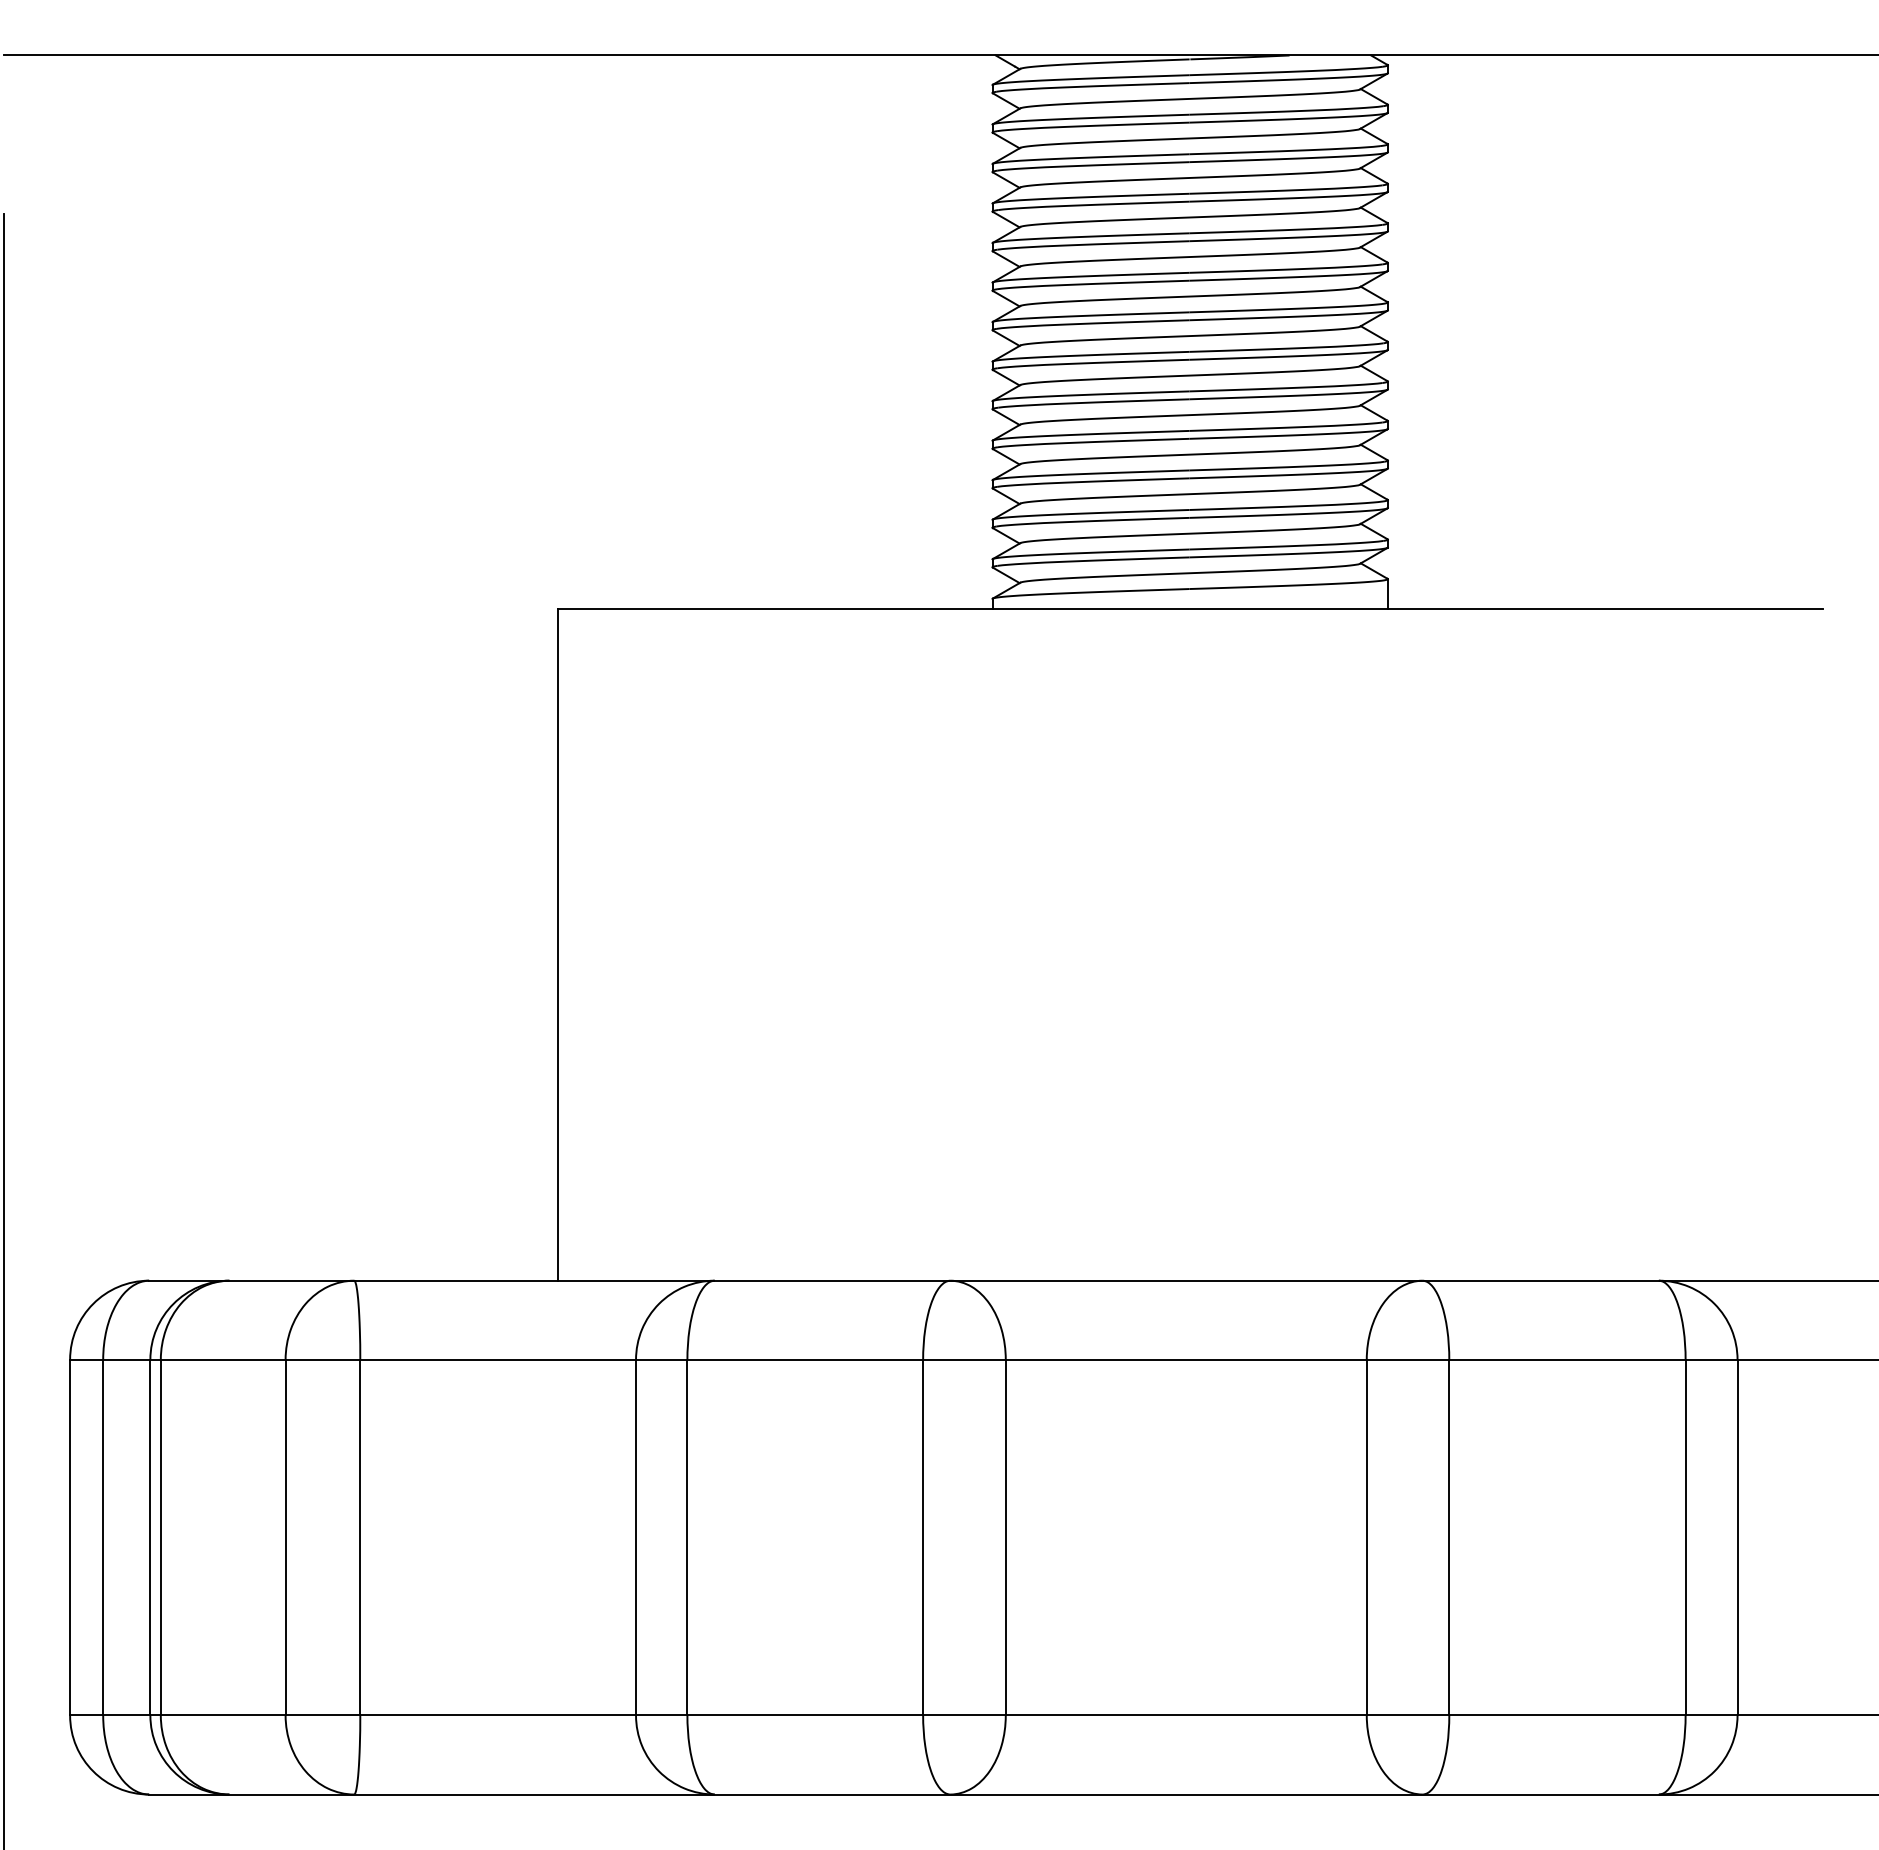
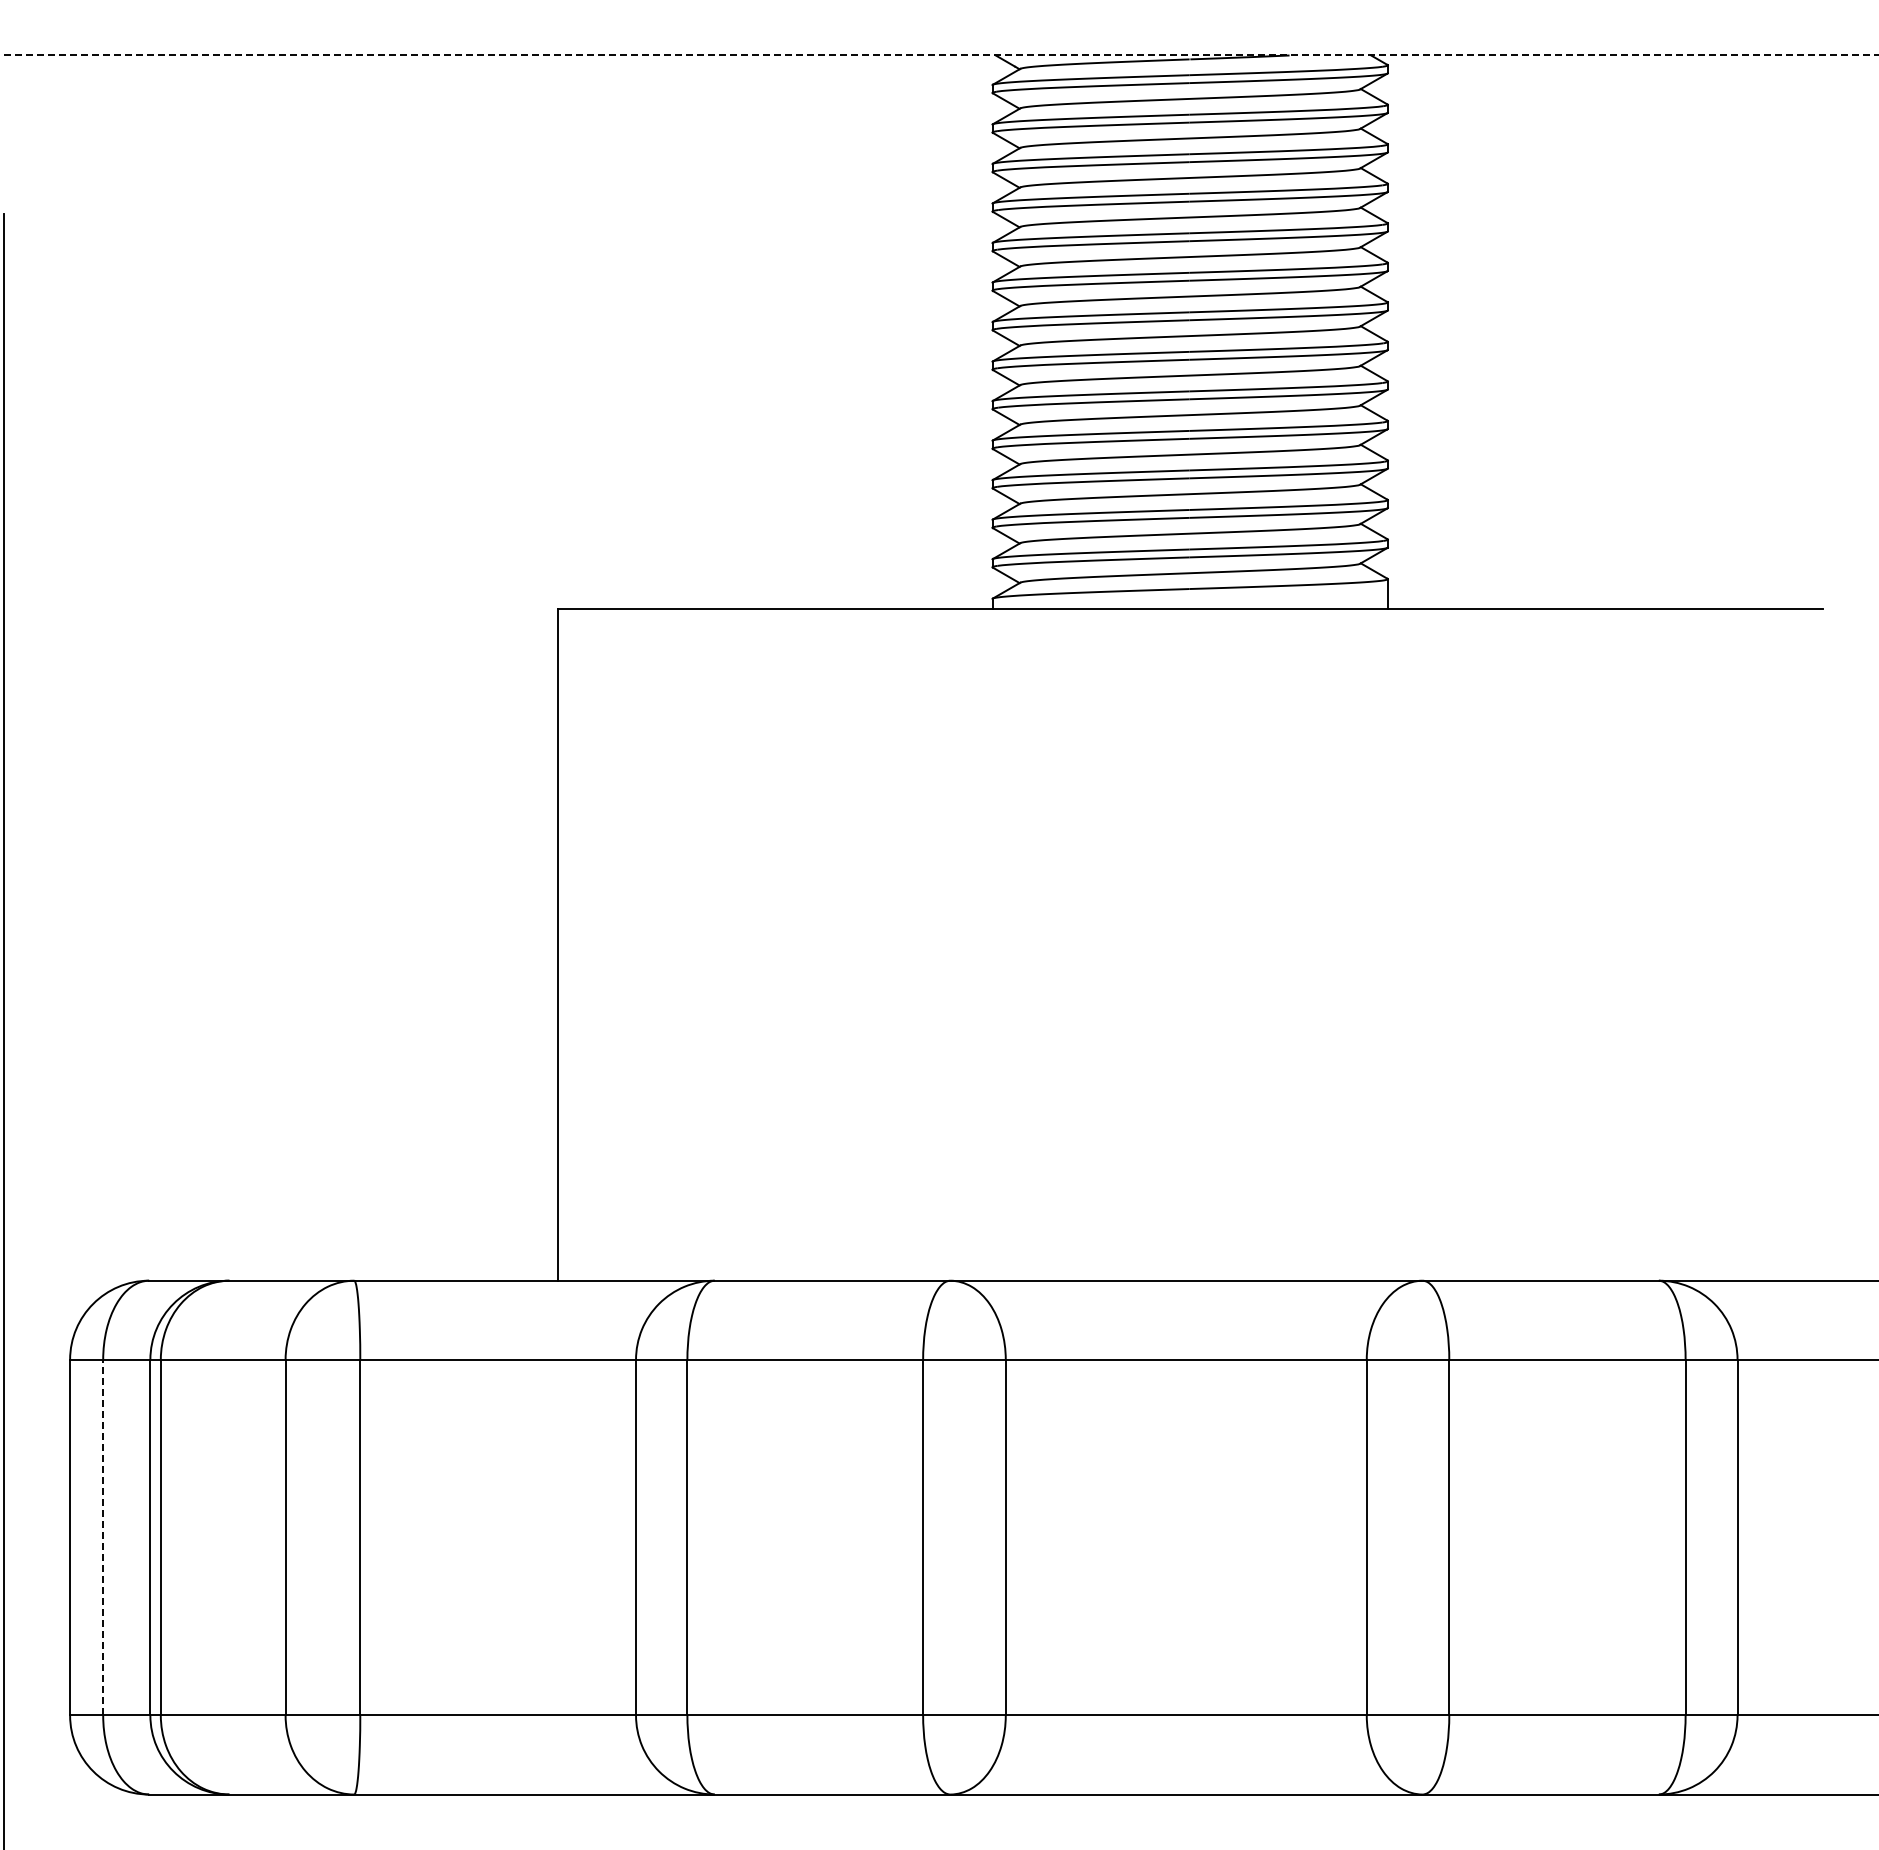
line at (941, 55): solid -> dashed
line at (103, 1537): solid -> dashed
